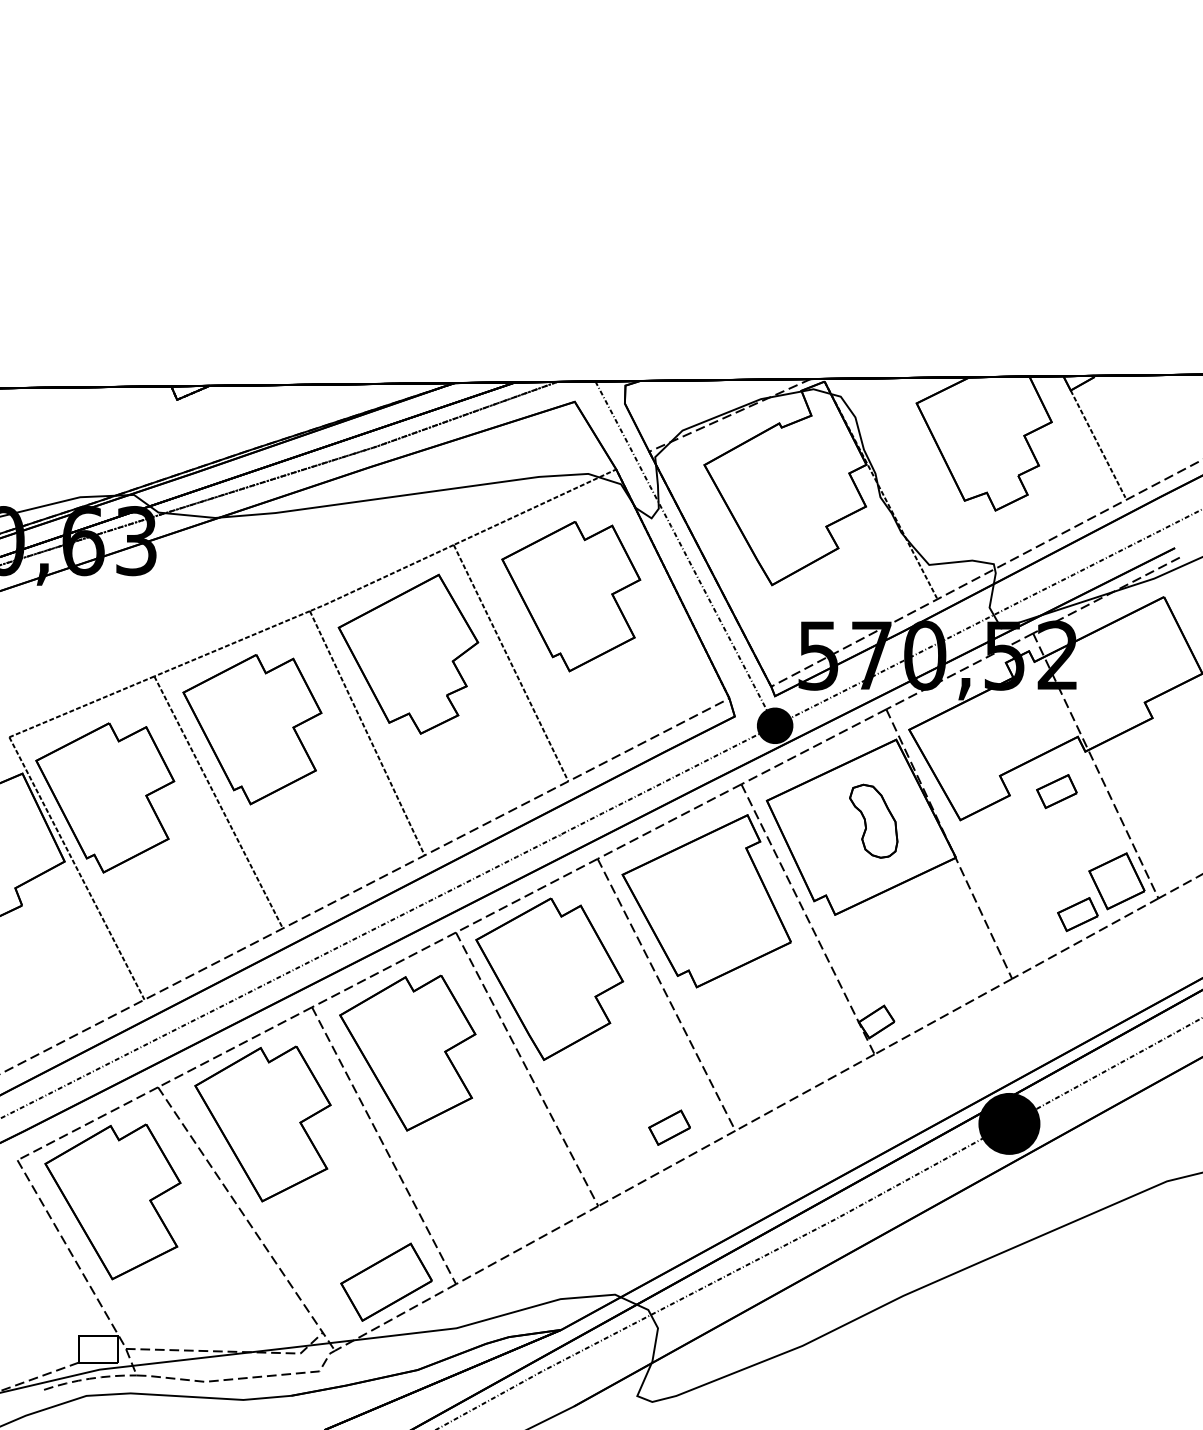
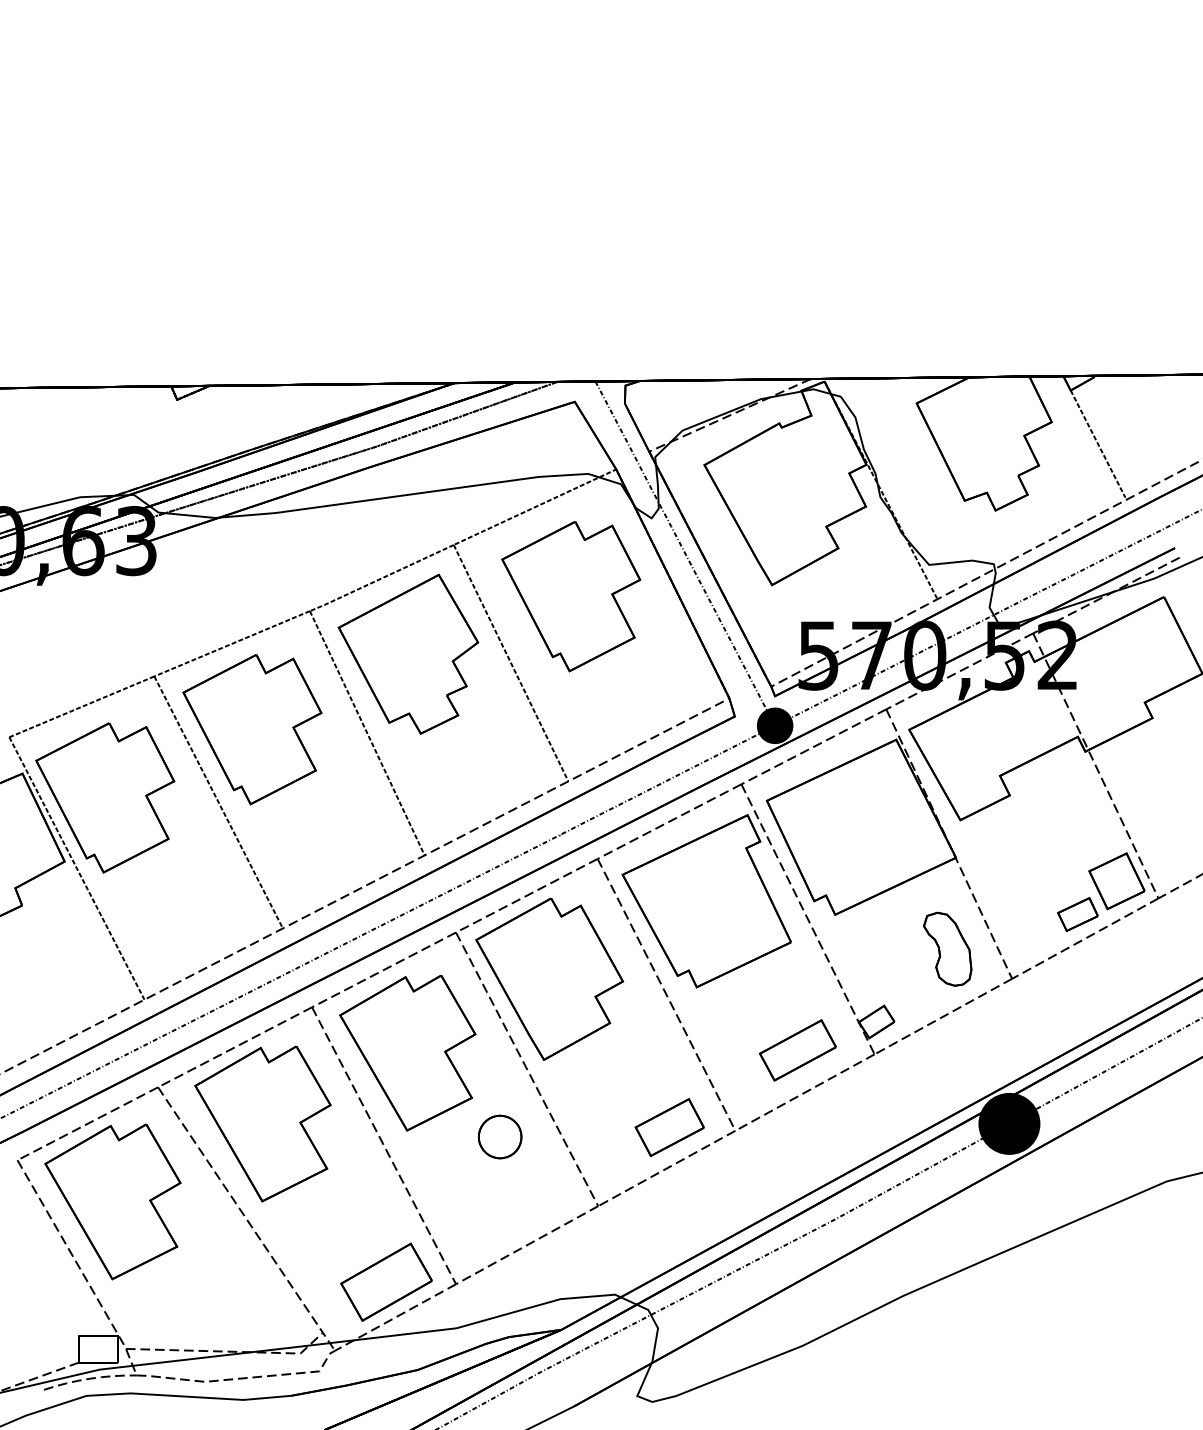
part at (1056, 791): present -> none
part at (873, 820) position: (873, 820) -> (947, 948)
part at (797, 1050): none -> present
part at (669, 1127) size: 43x37 px -> 71x60 px
part at (499, 1136): none -> present
